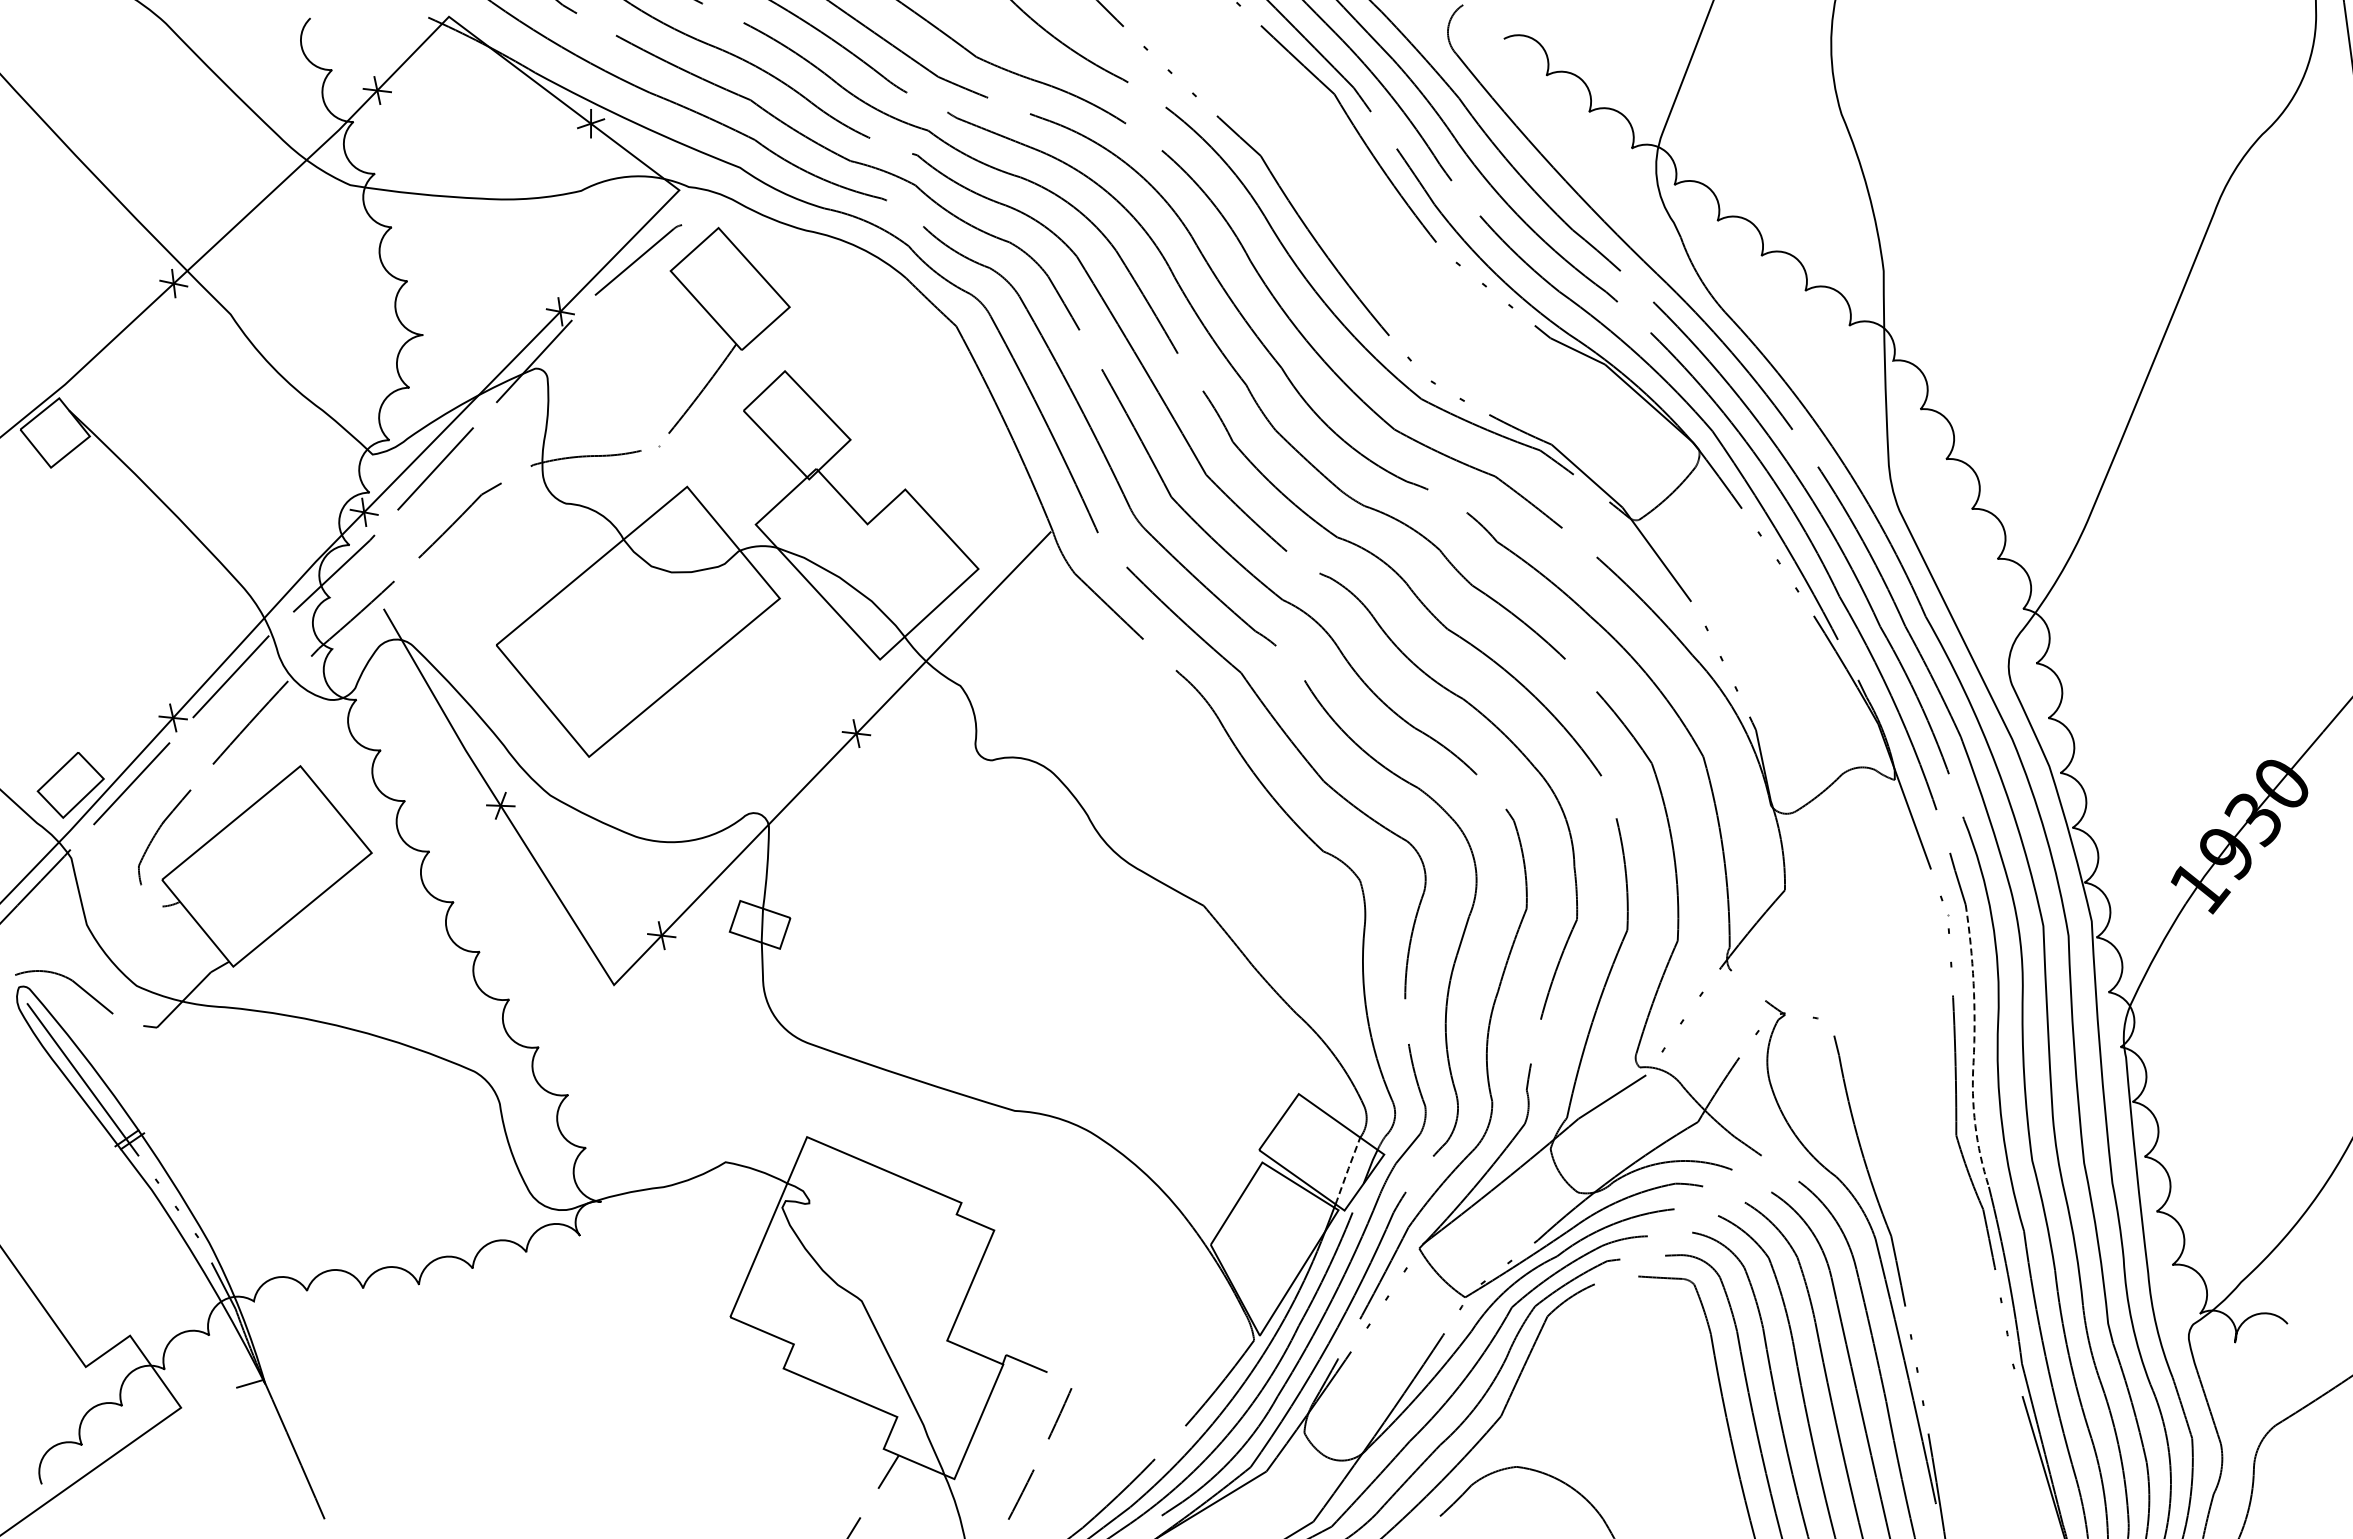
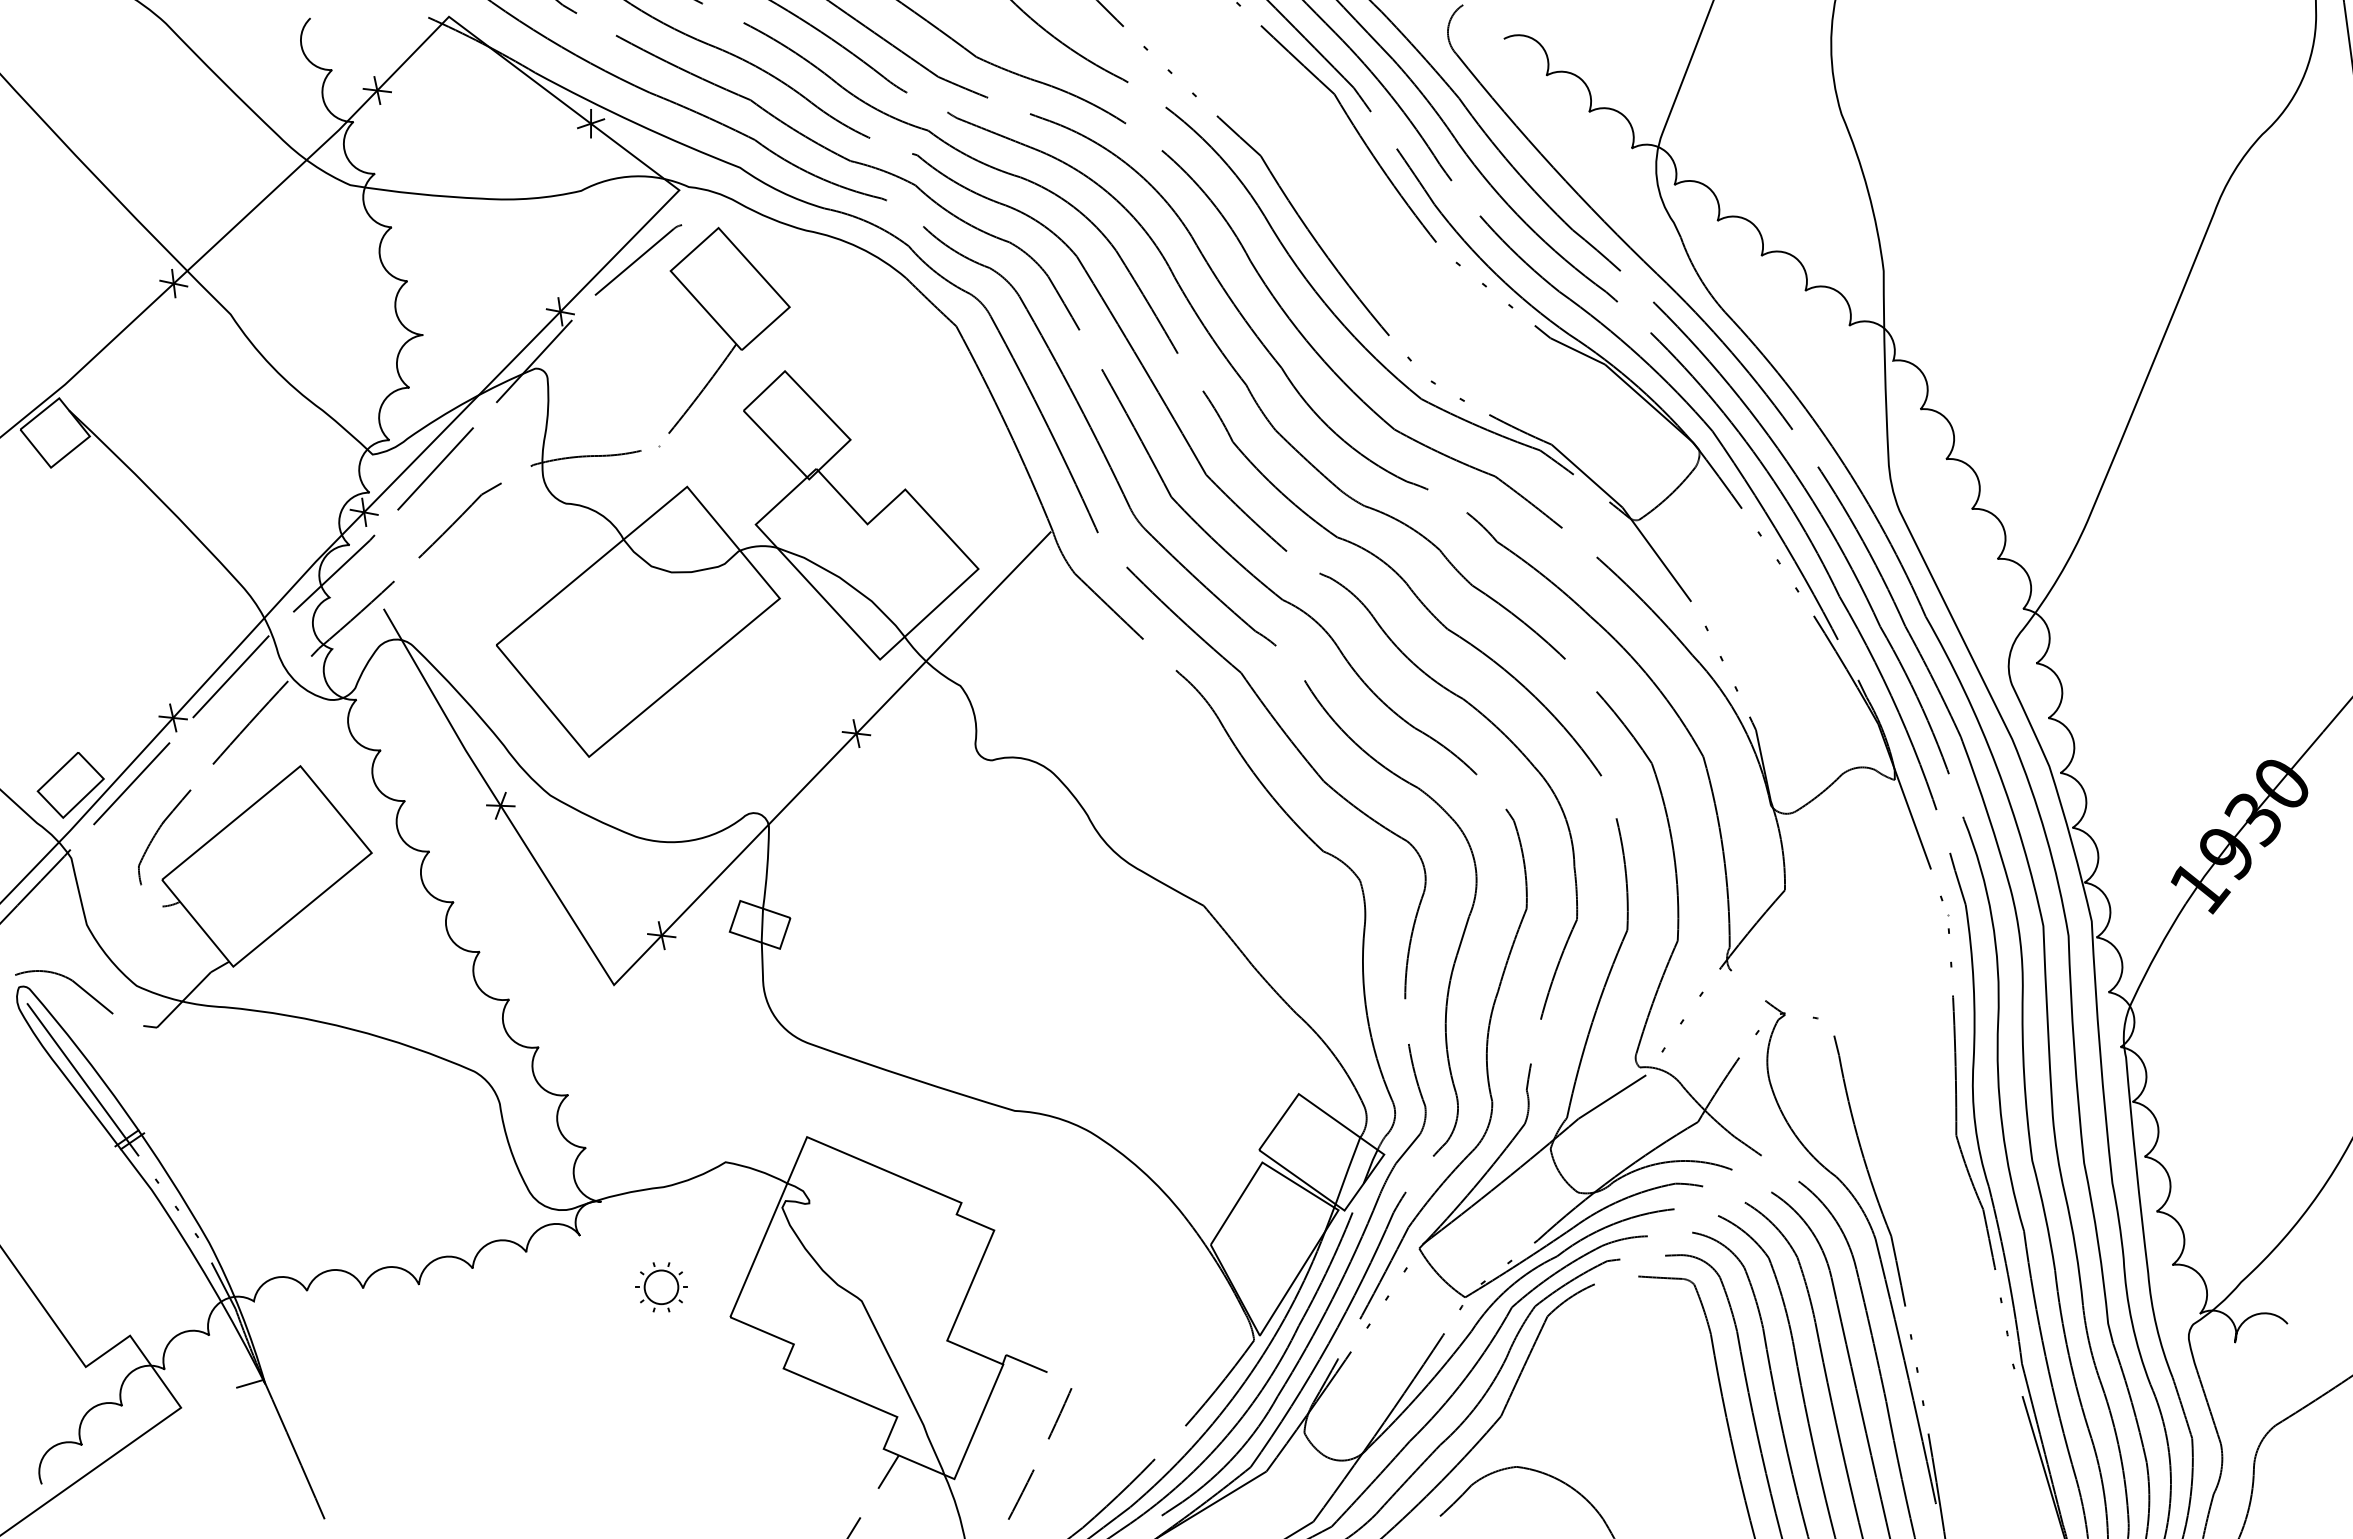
line at (1974, 1047): dashed -> solid
line at (1347, 1170): dashed -> solid
part at (661, 1287): none -> present
